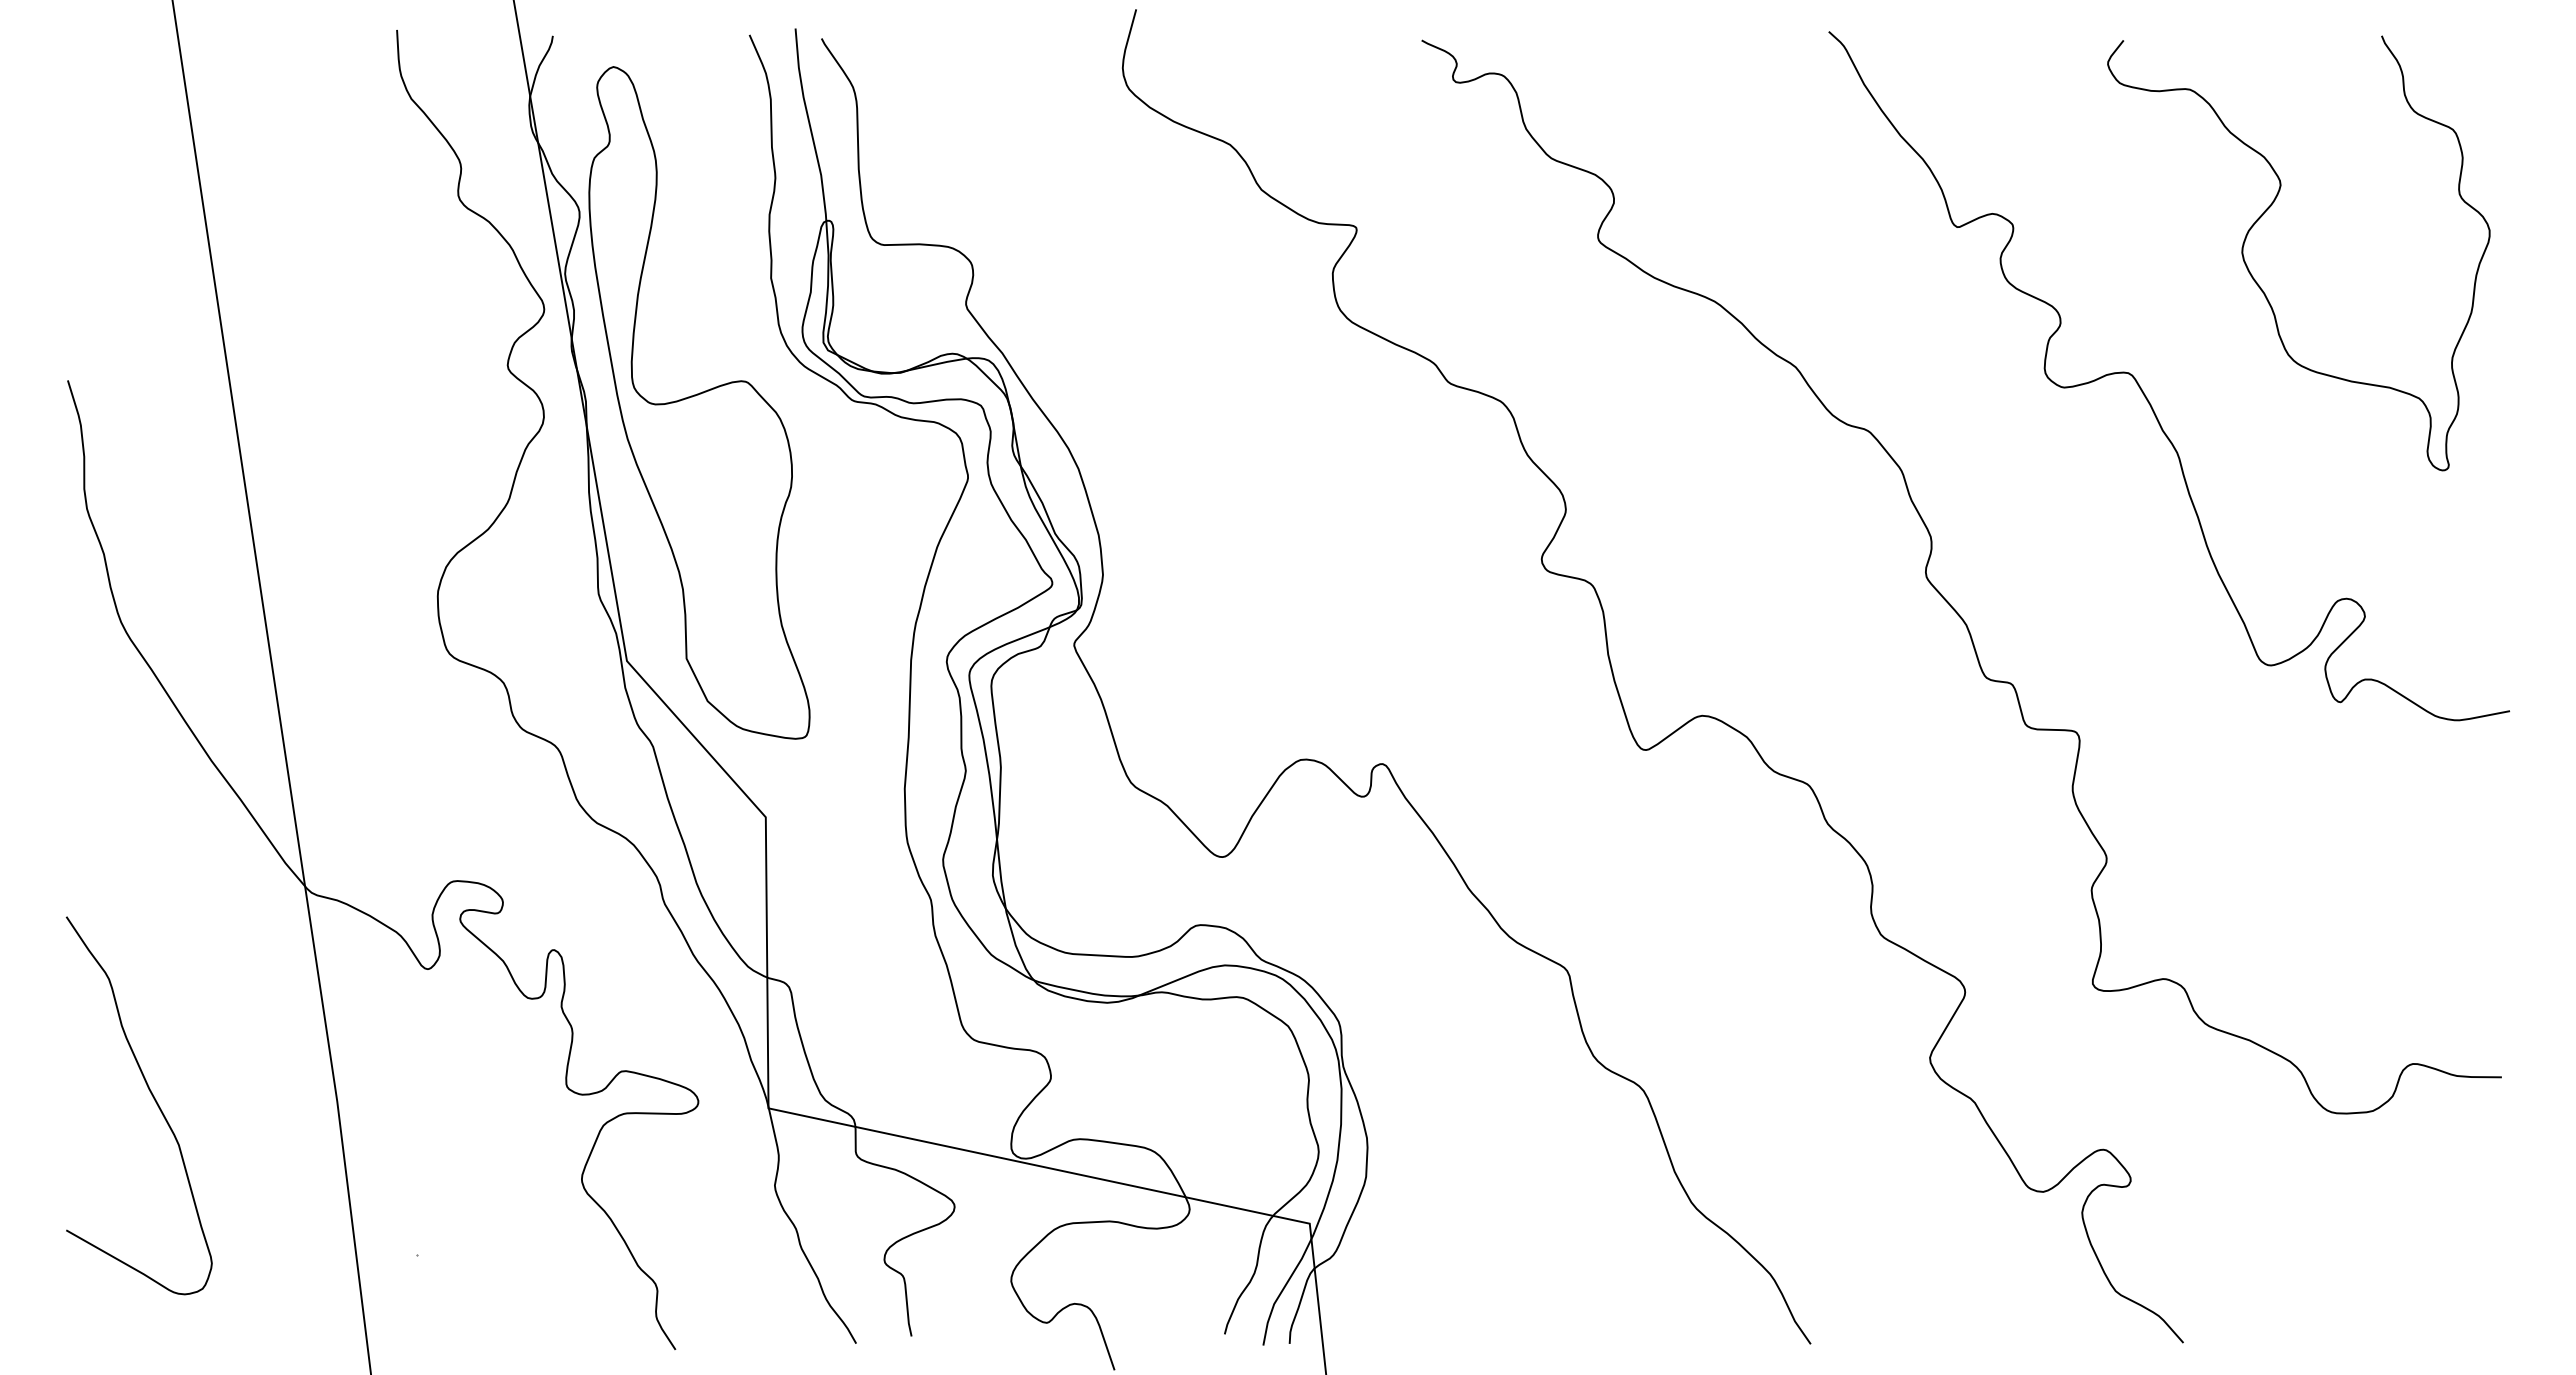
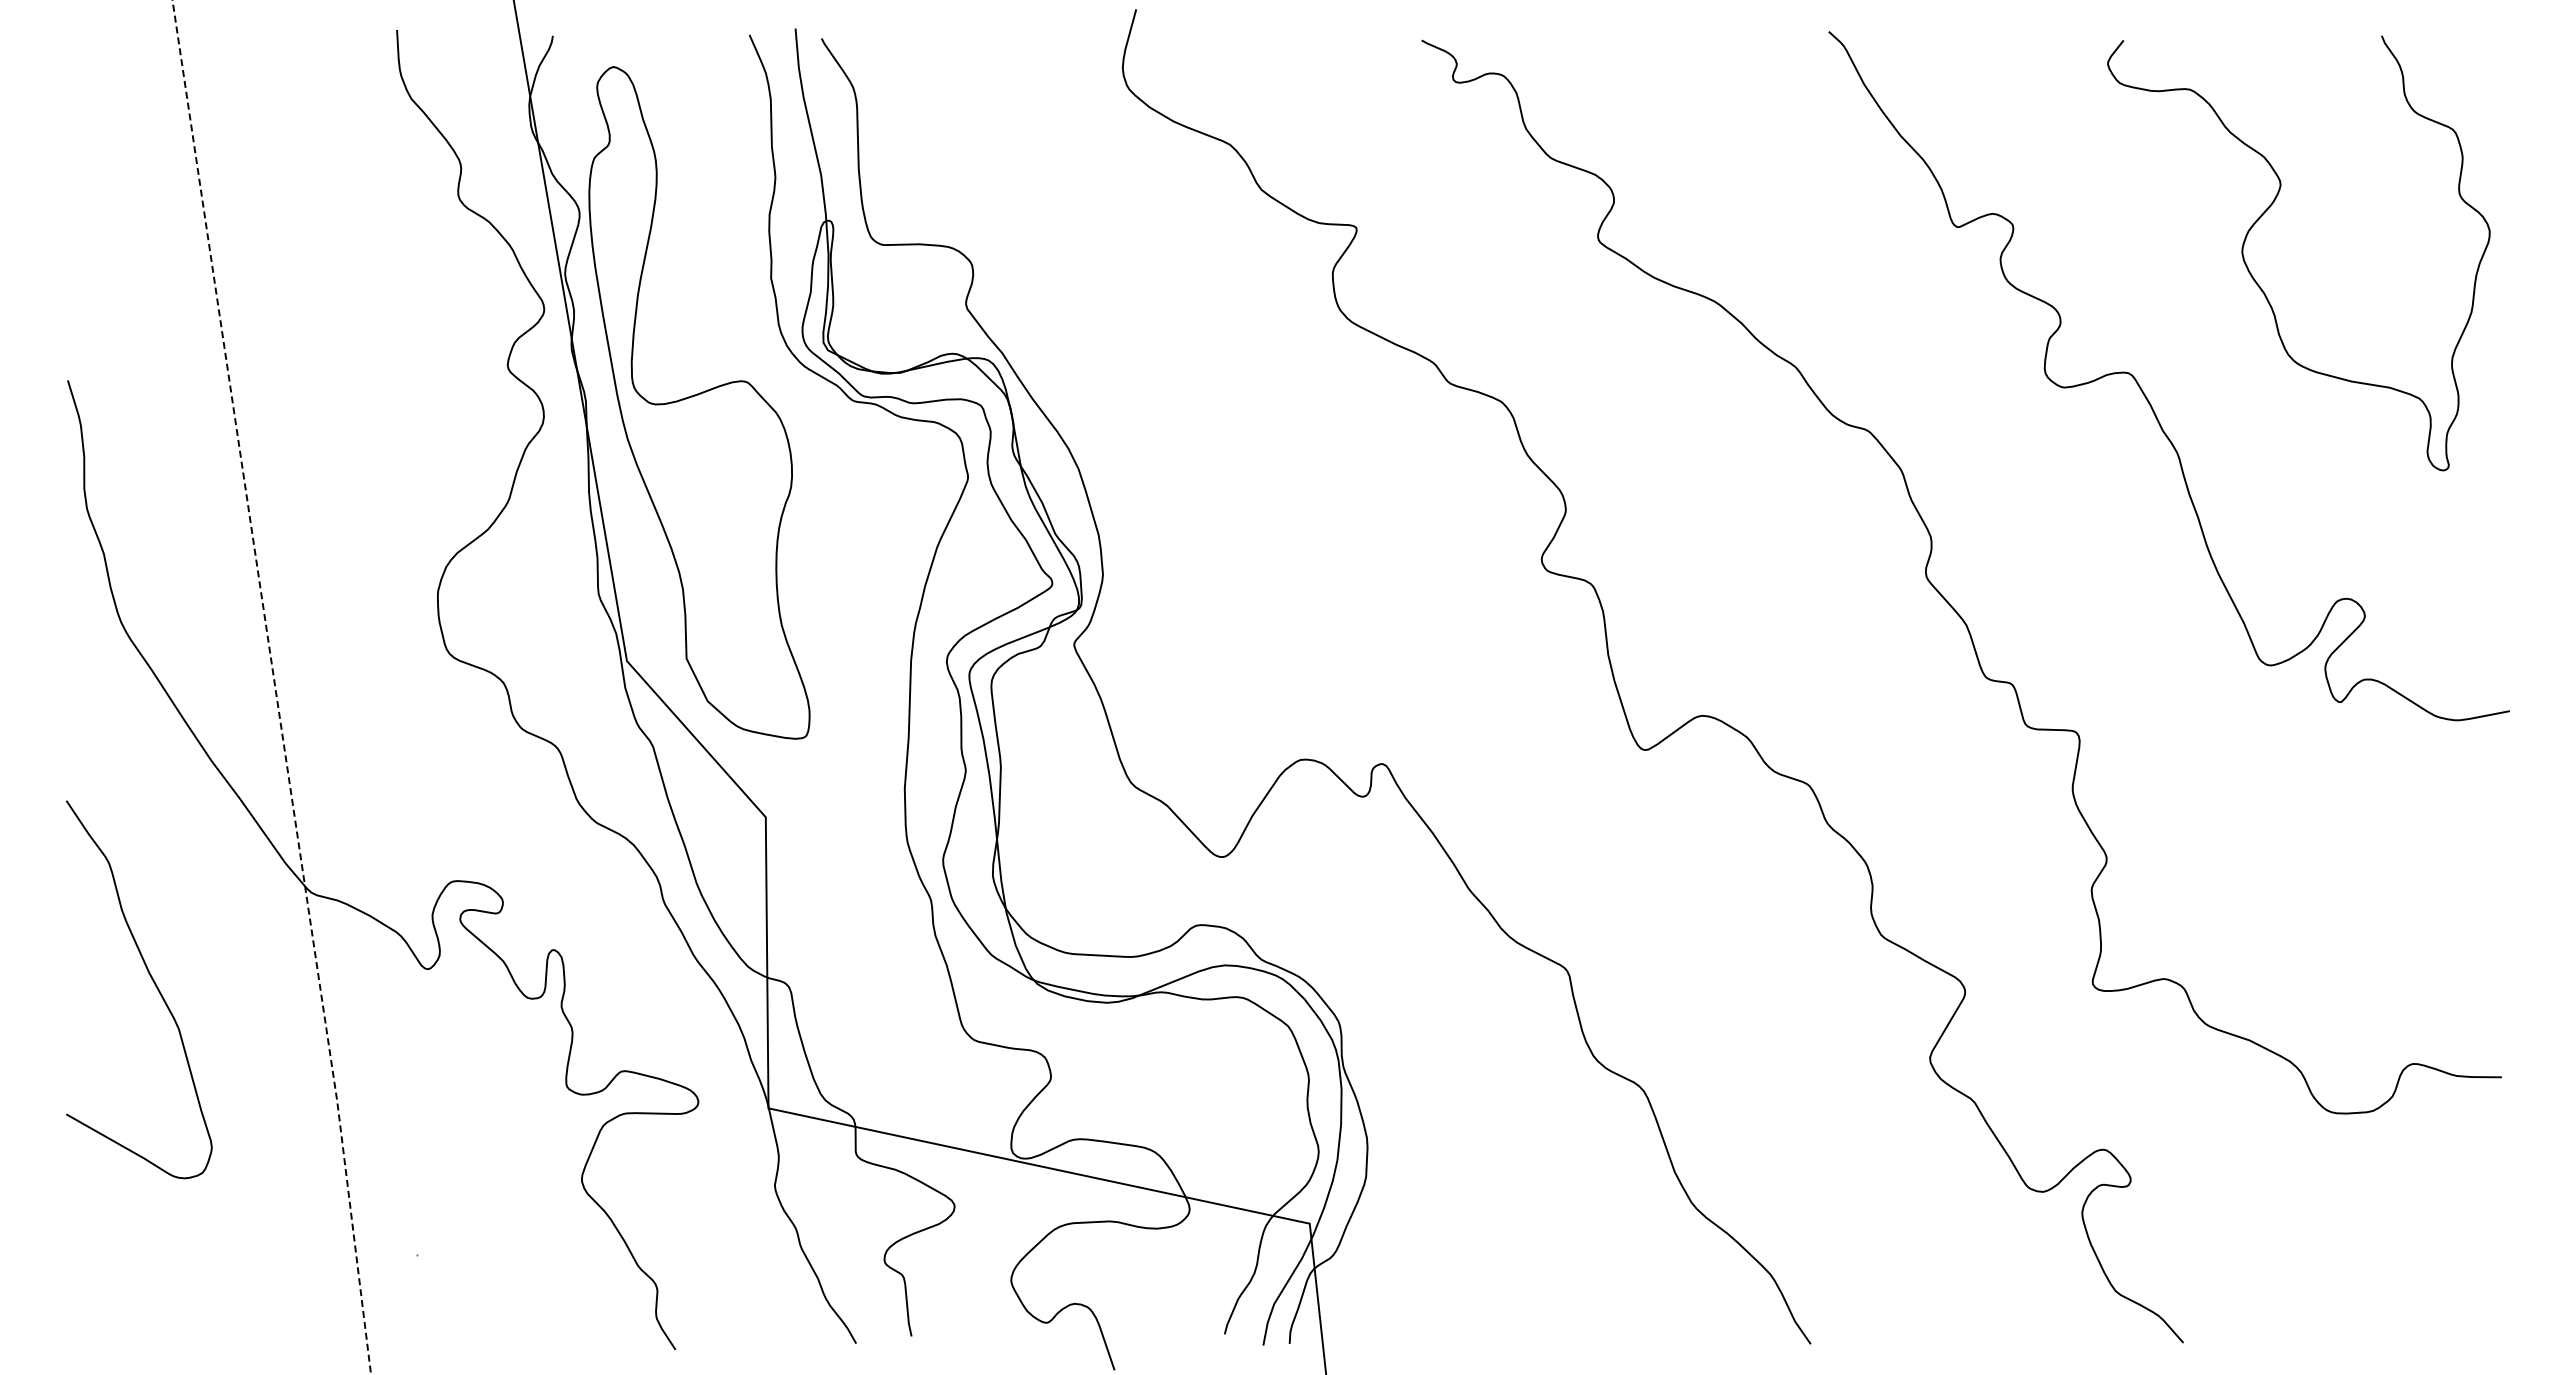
line at (275, 687): solid -> dashed
curve at (152, 1097) position: (152, 1097) -> (152, 981)
